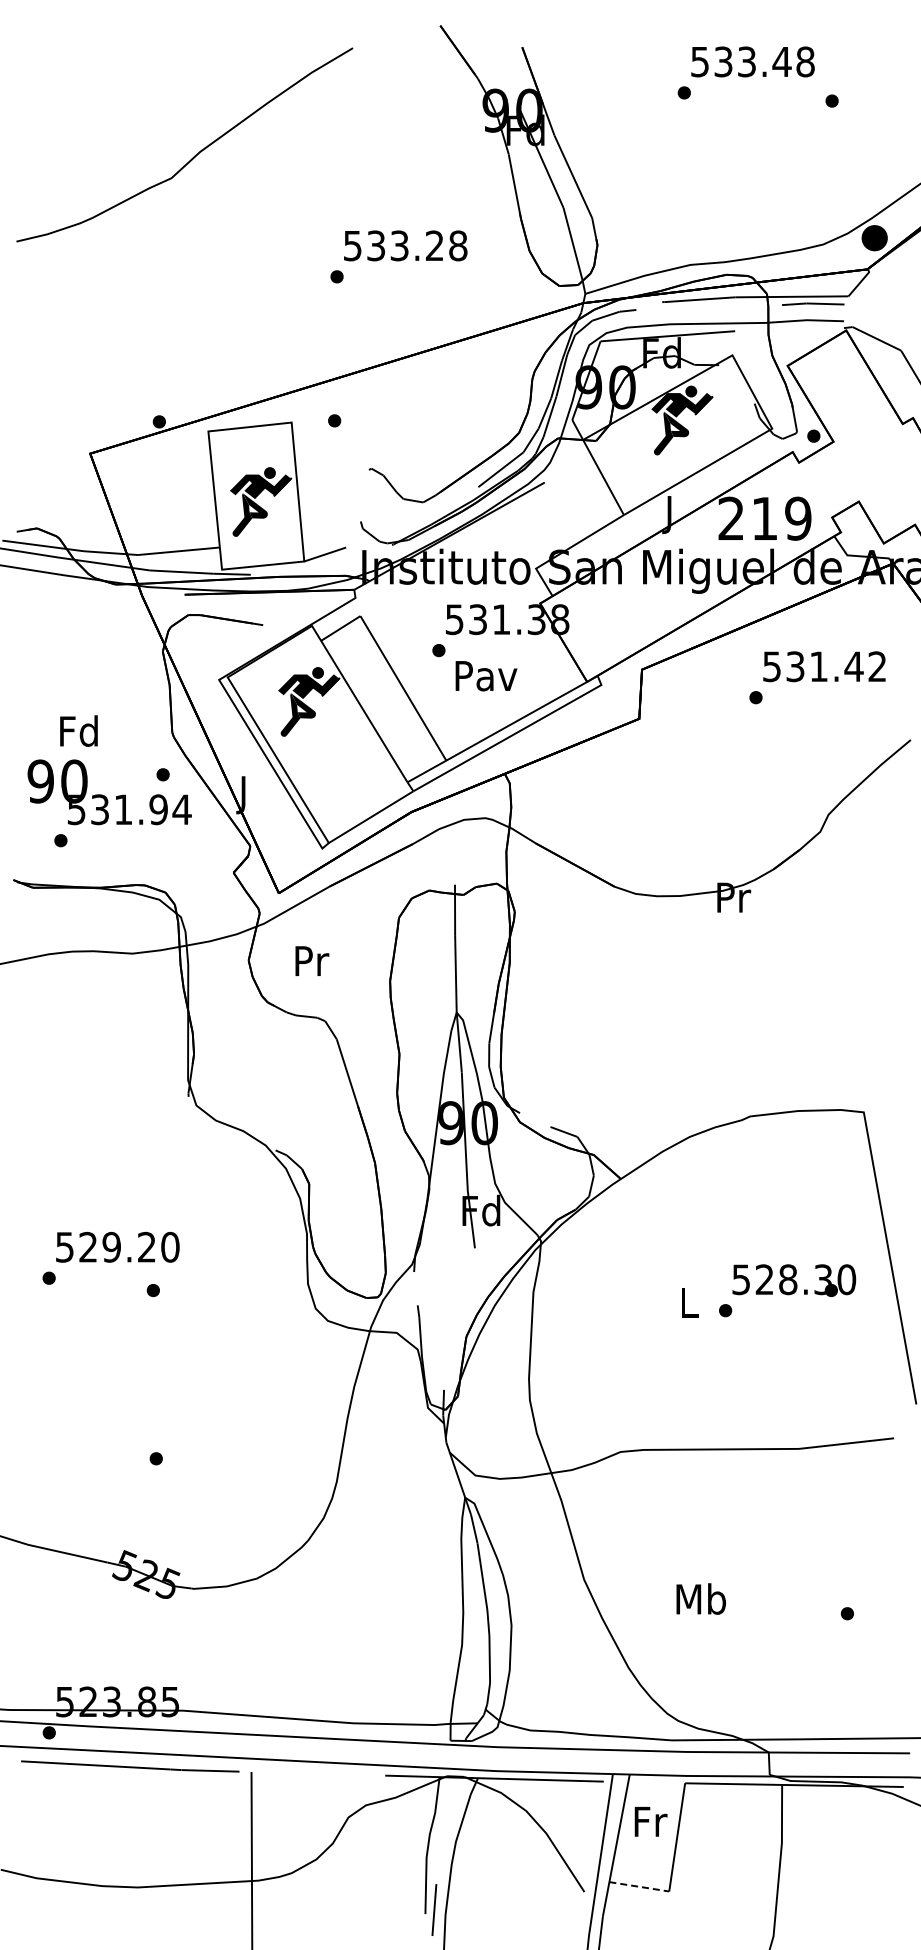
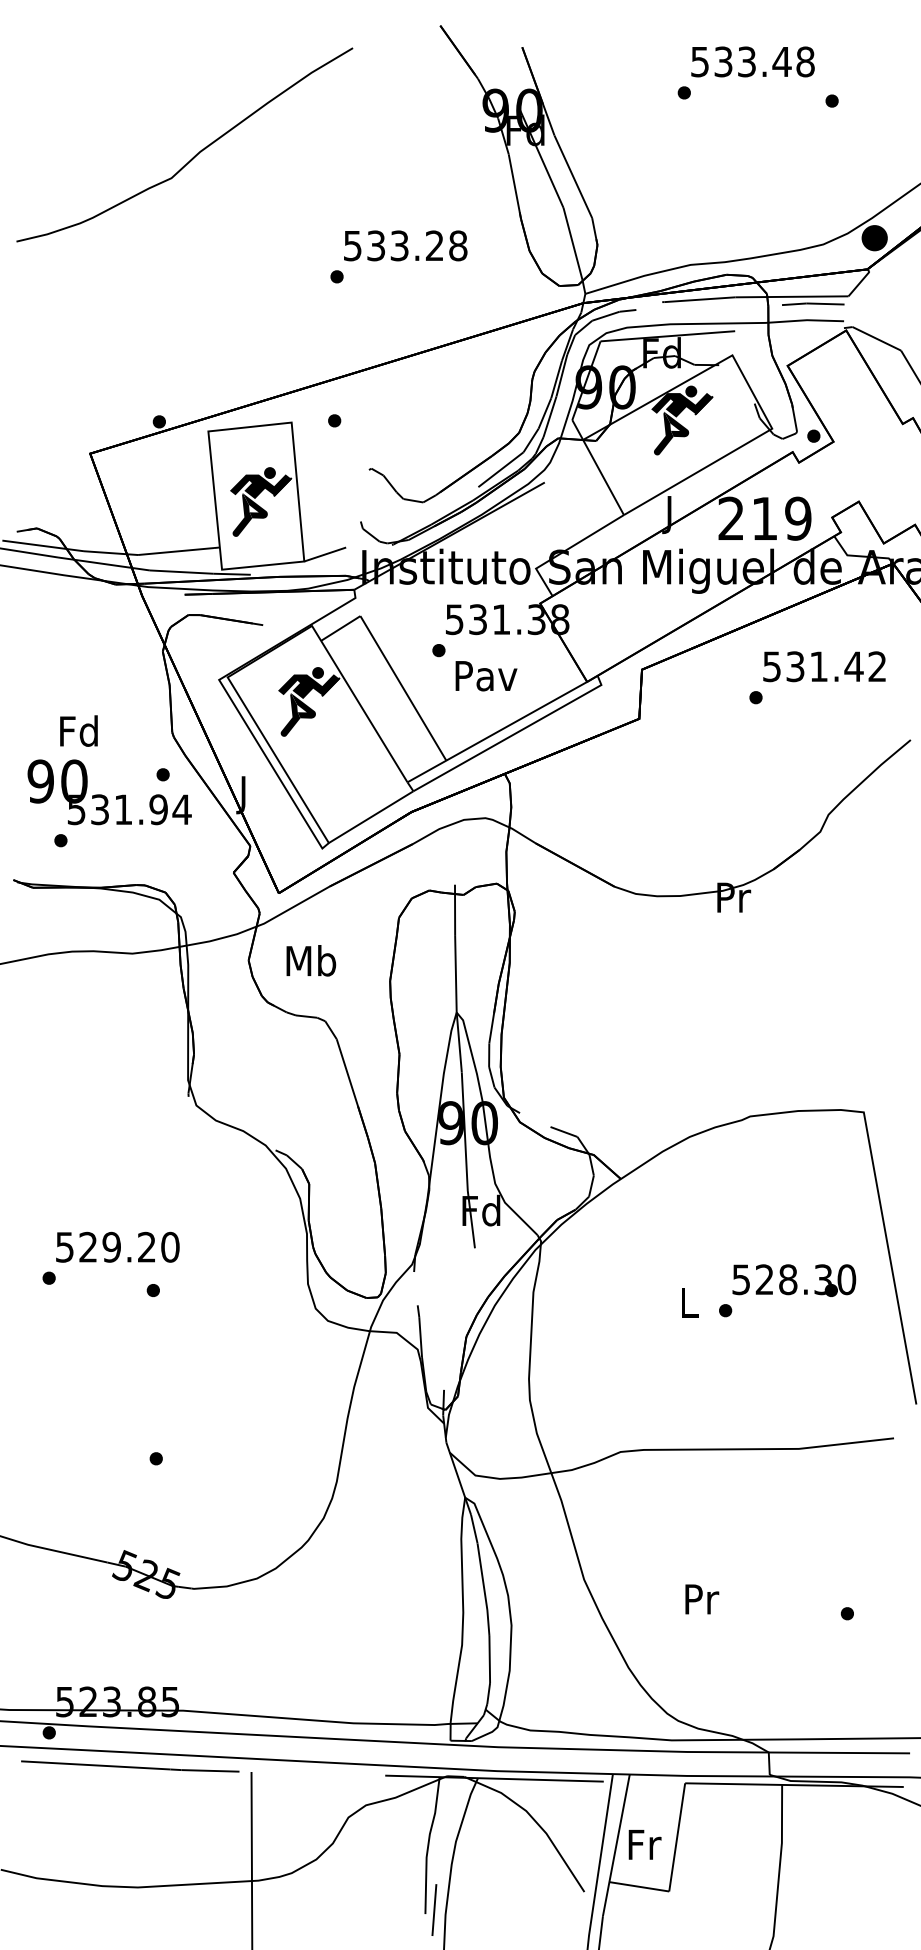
text at (311, 960): Pr -> Mb
text at (701, 1598): Mb -> Pr
text at (650, 1821) position: (650, 1821) -> (644, 1844)
line at (639, 1886): dashed -> solid
